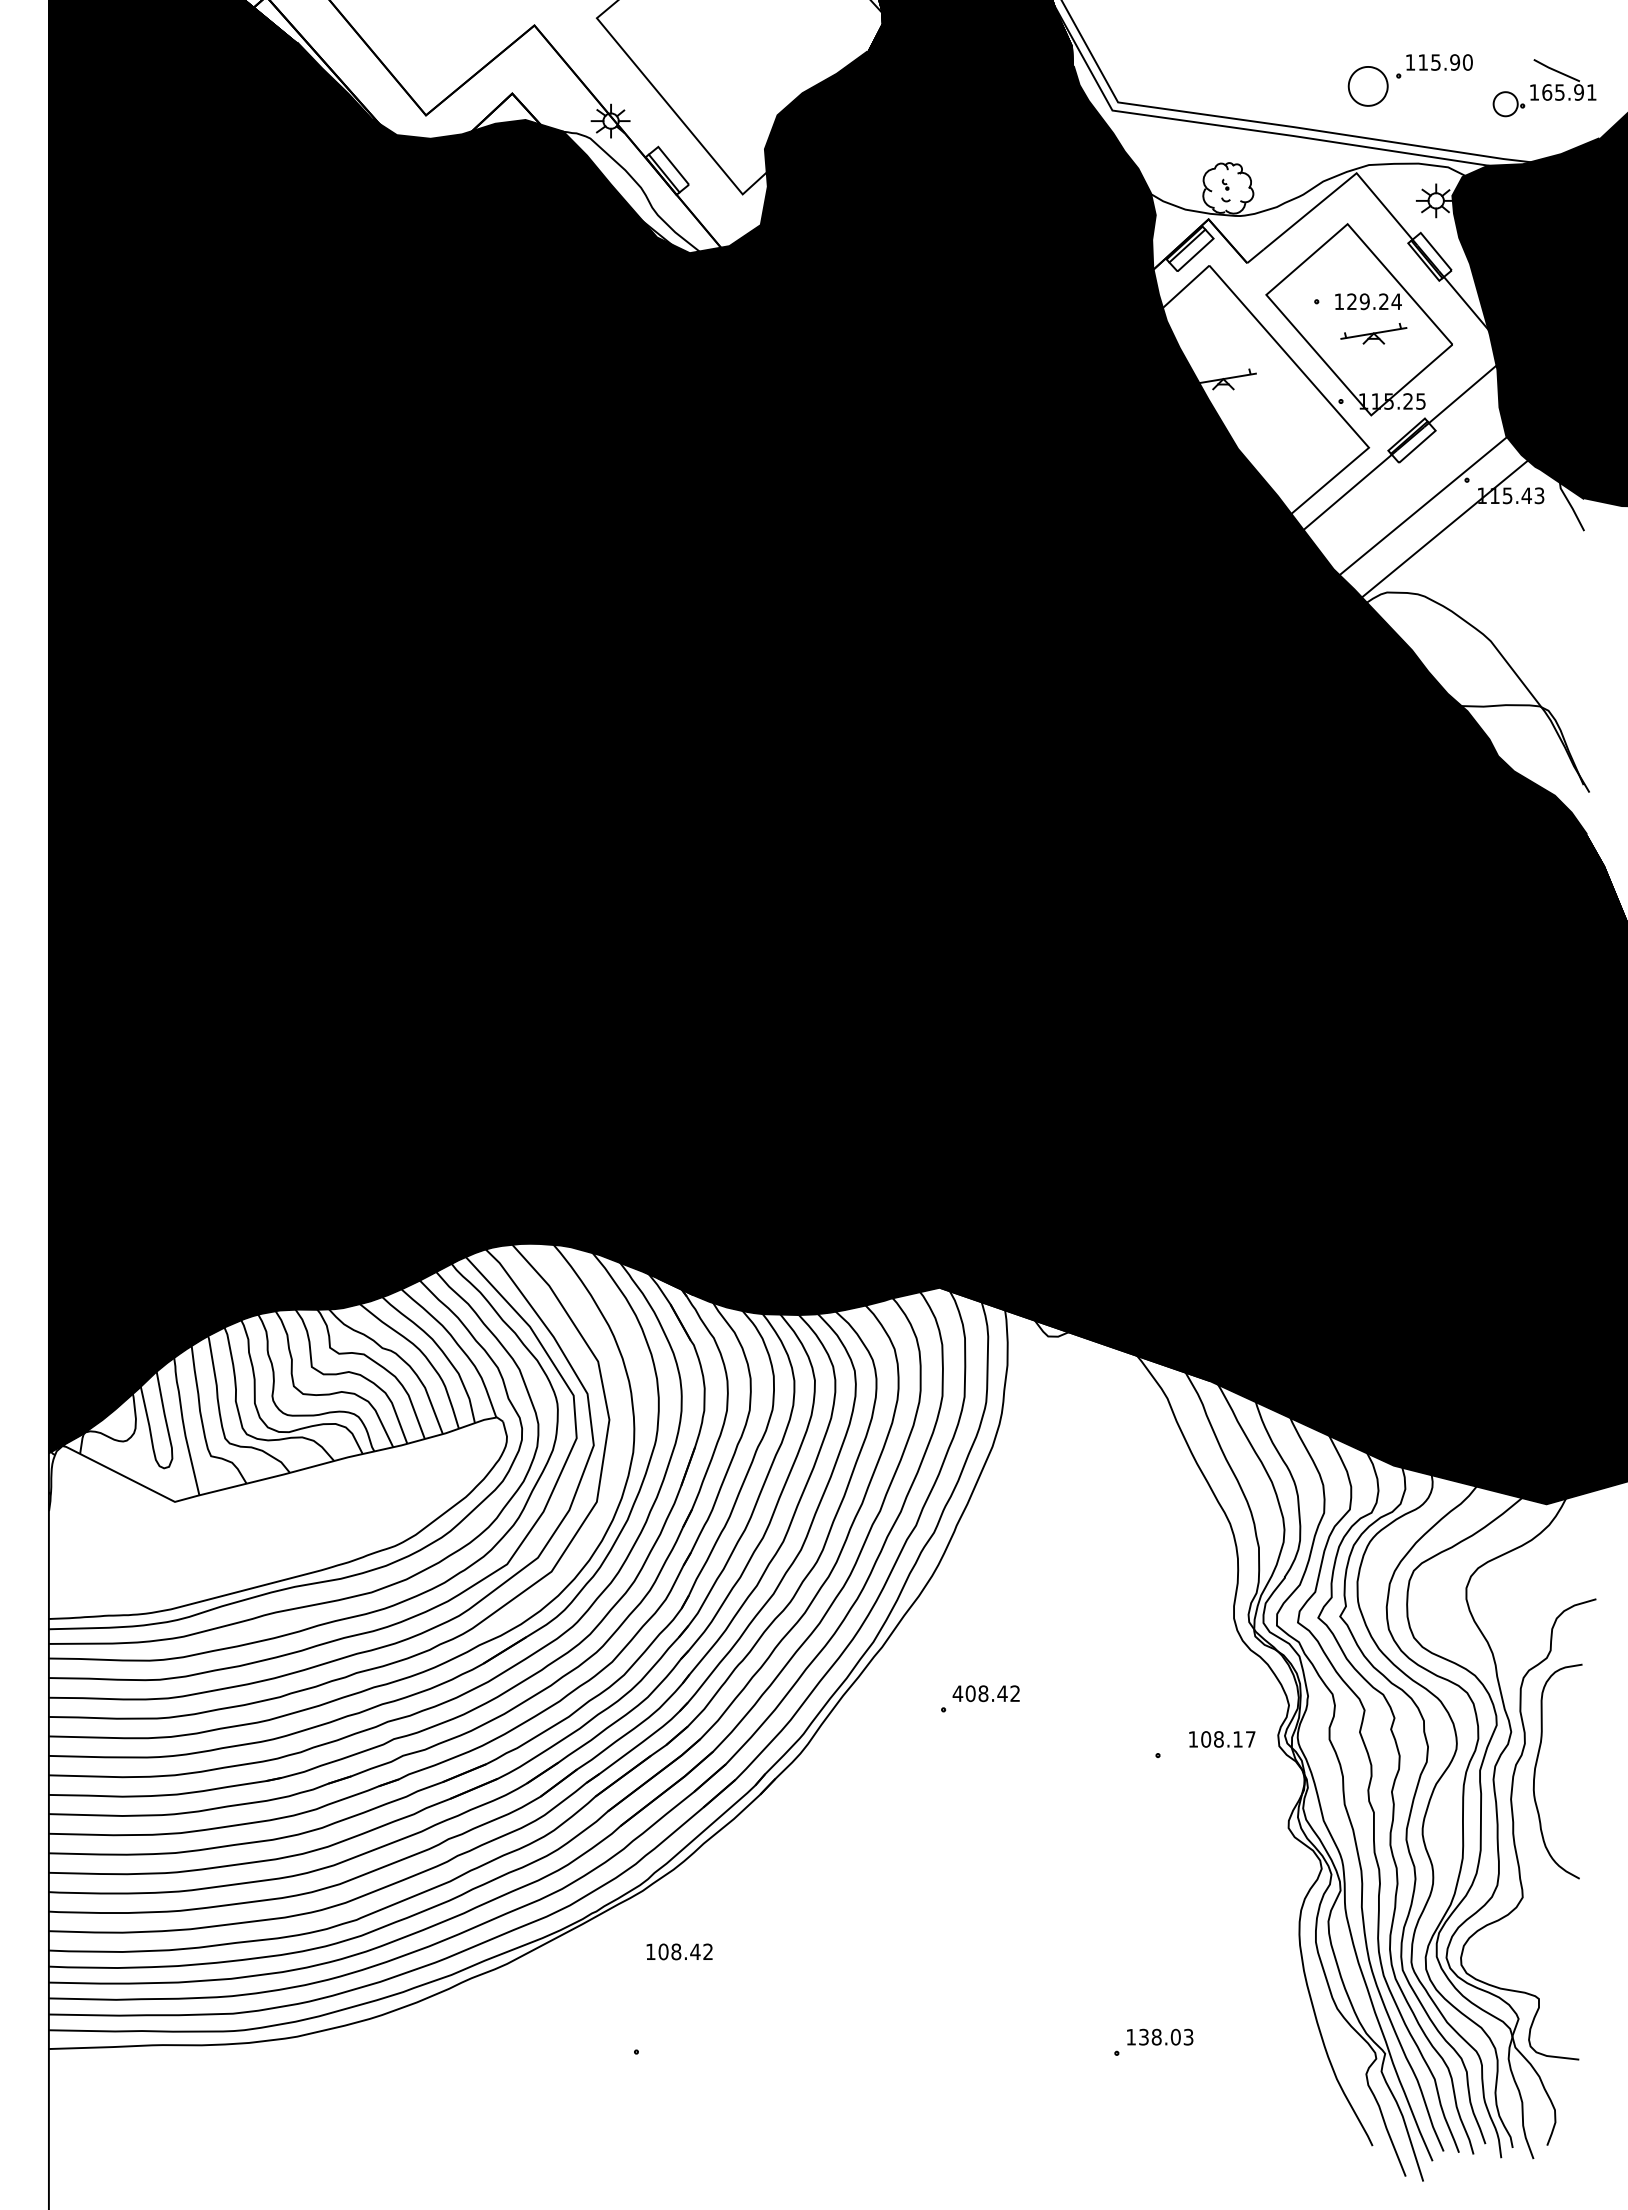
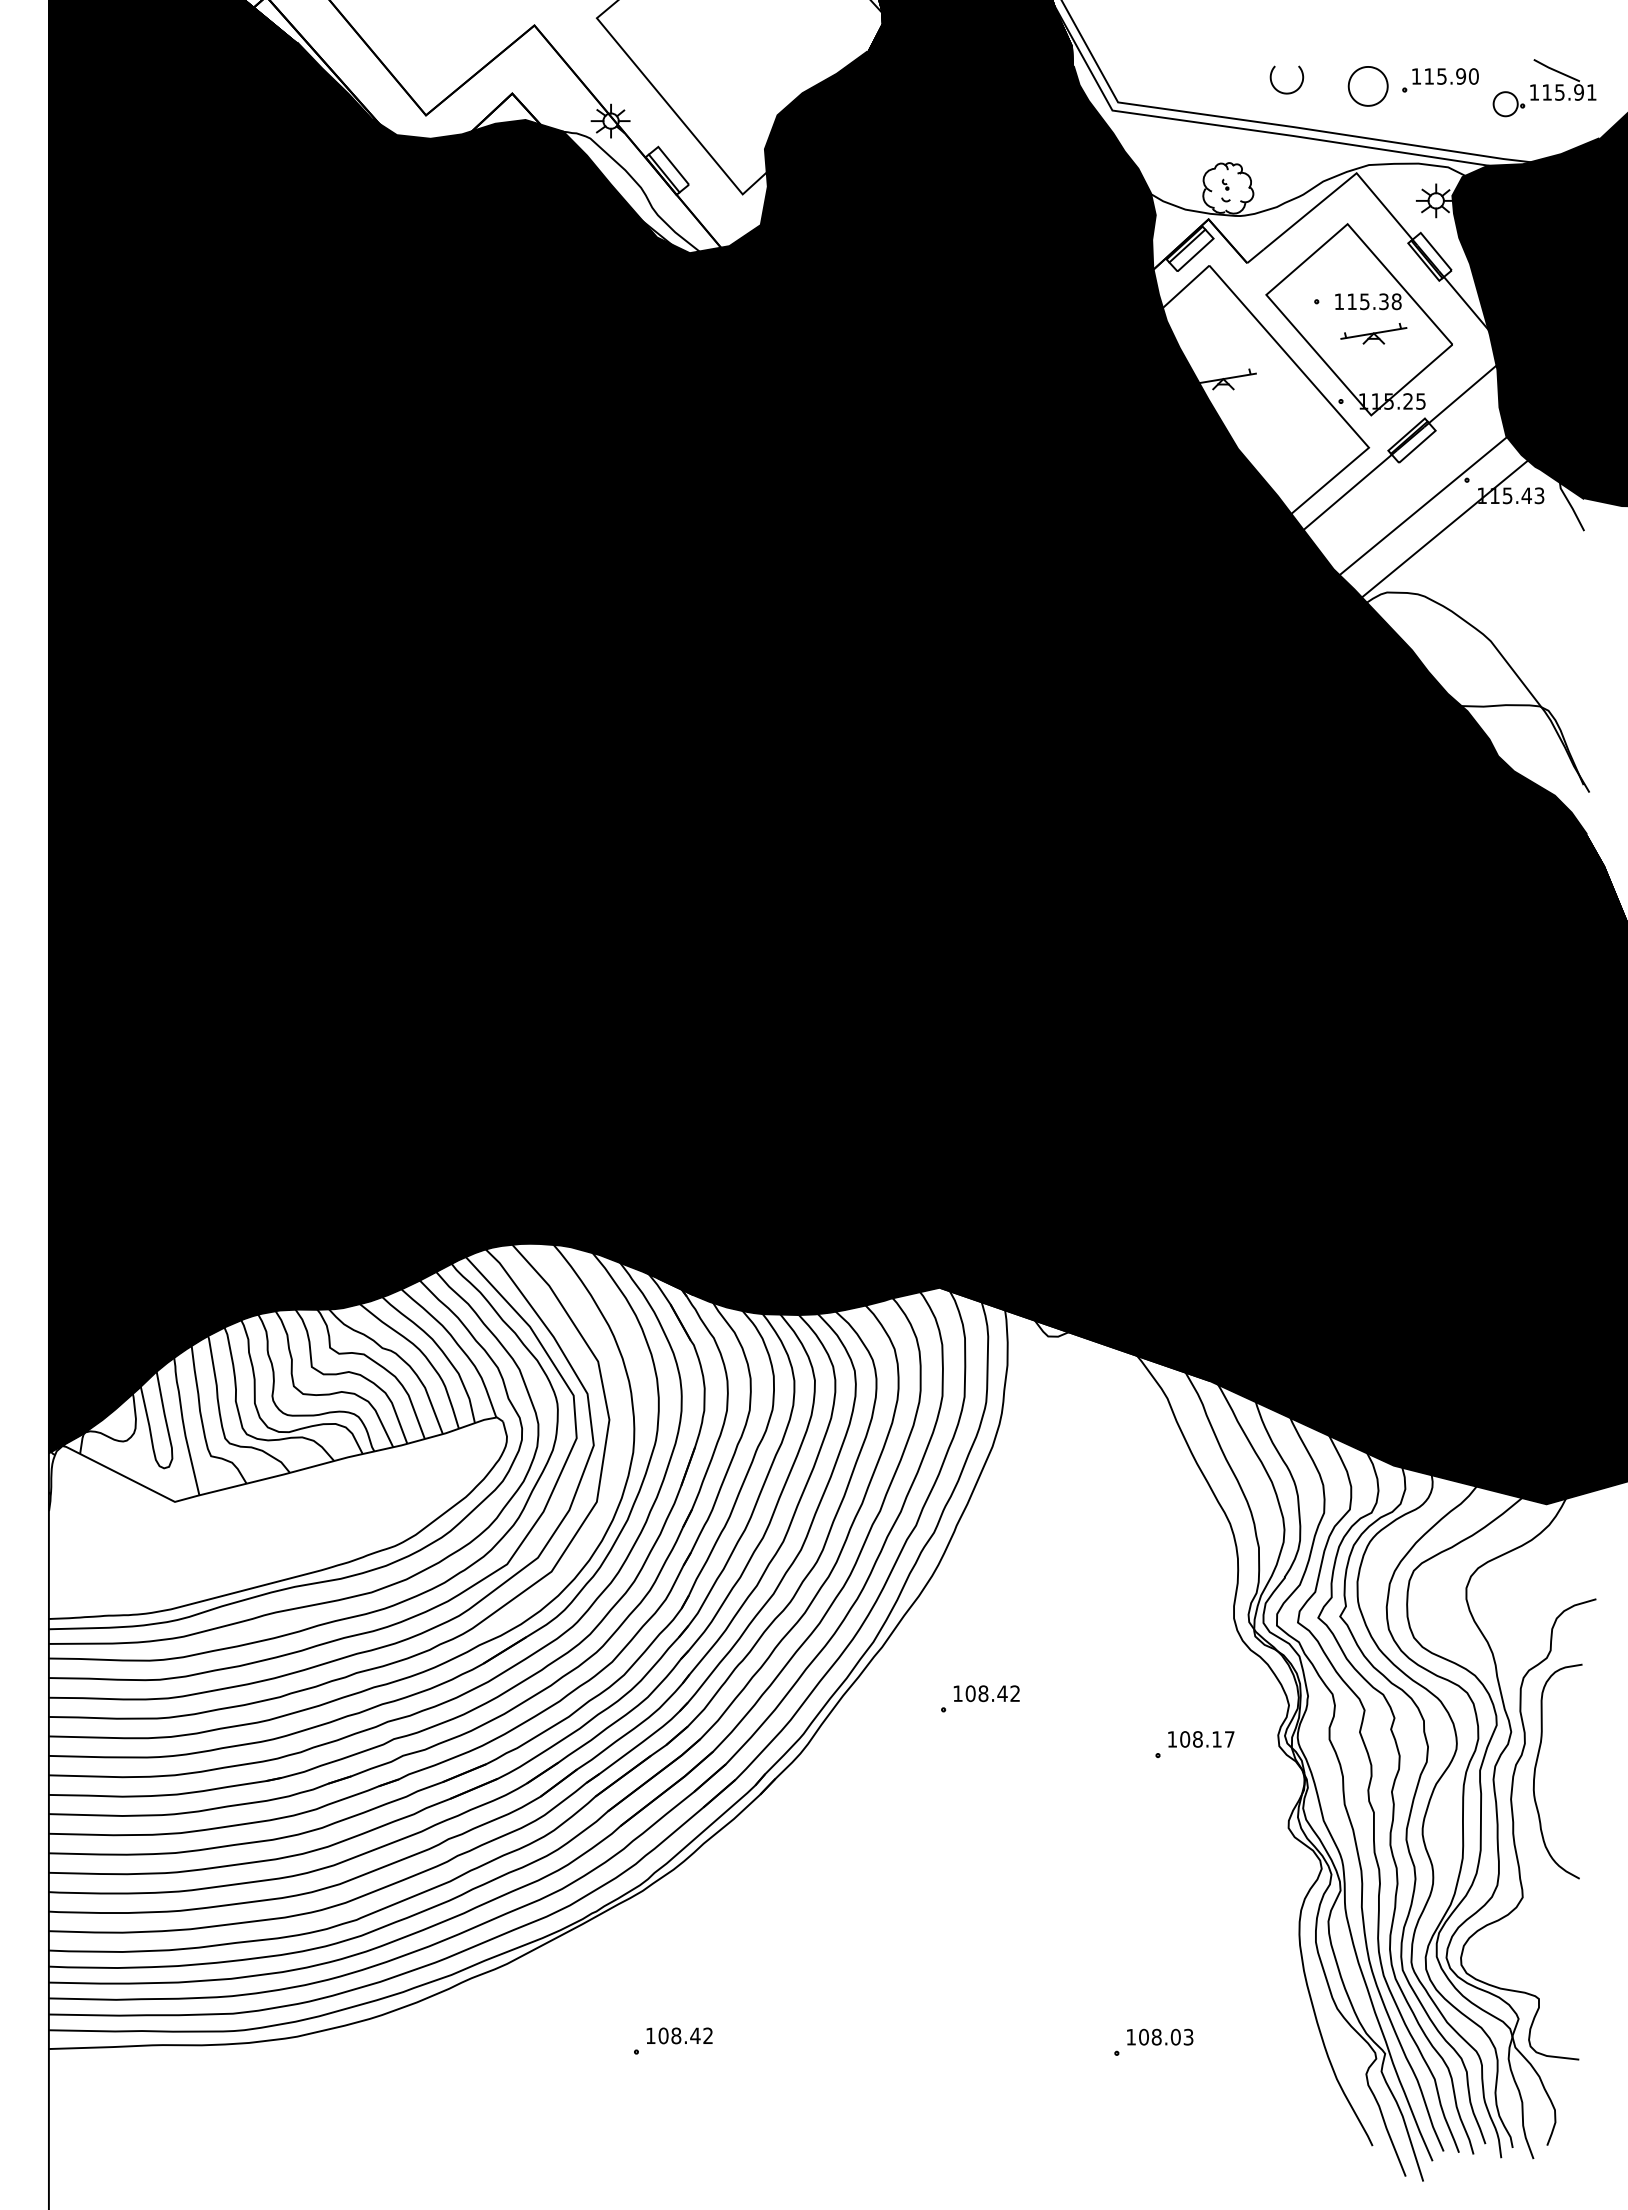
part at (1434, 66) position: (1434, 66) -> (1440, 80)
curve at (1281, 91): none -> present
text at (1547, 92): 165.91 -> 115.91
text at (1374, 301): 129.24 -> 115.38
text at (957, 1693): 408.42 -> 108.42
text at (1222, 1739) position: (1222, 1739) -> (1201, 1739)
text at (679, 1951) position: (679, 1951) -> (679, 2035)
text at (1143, 2036): 138.03 -> 108.03
